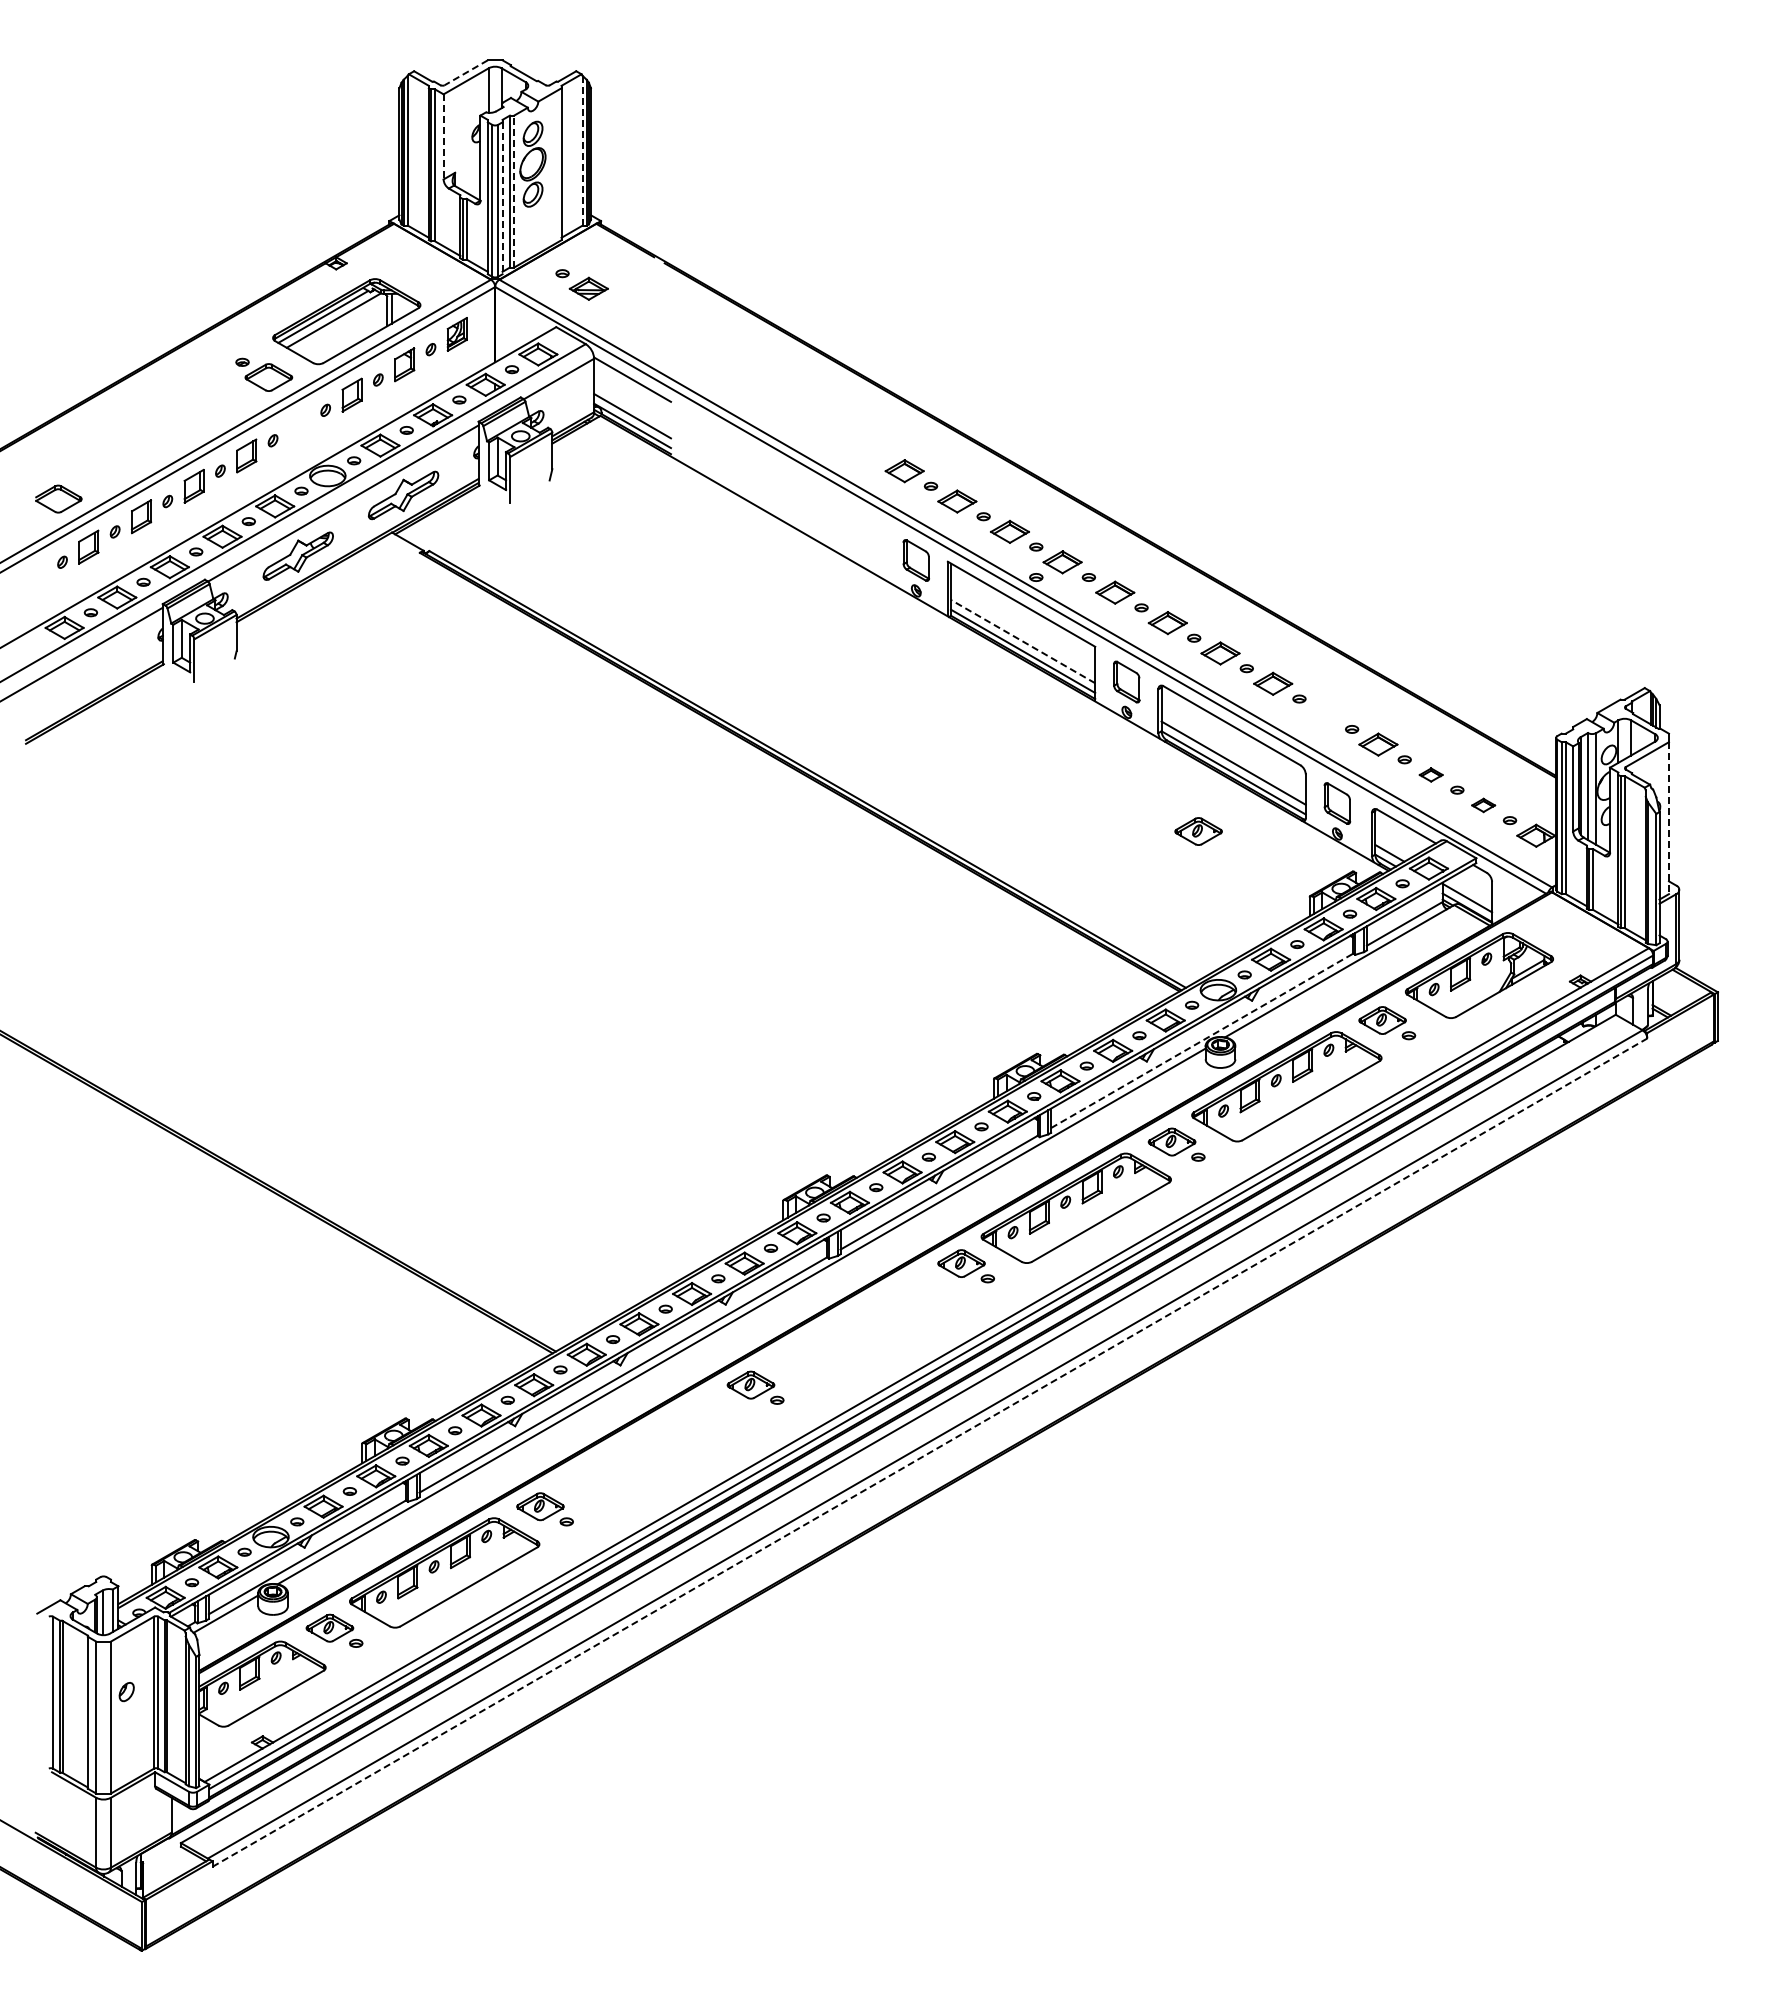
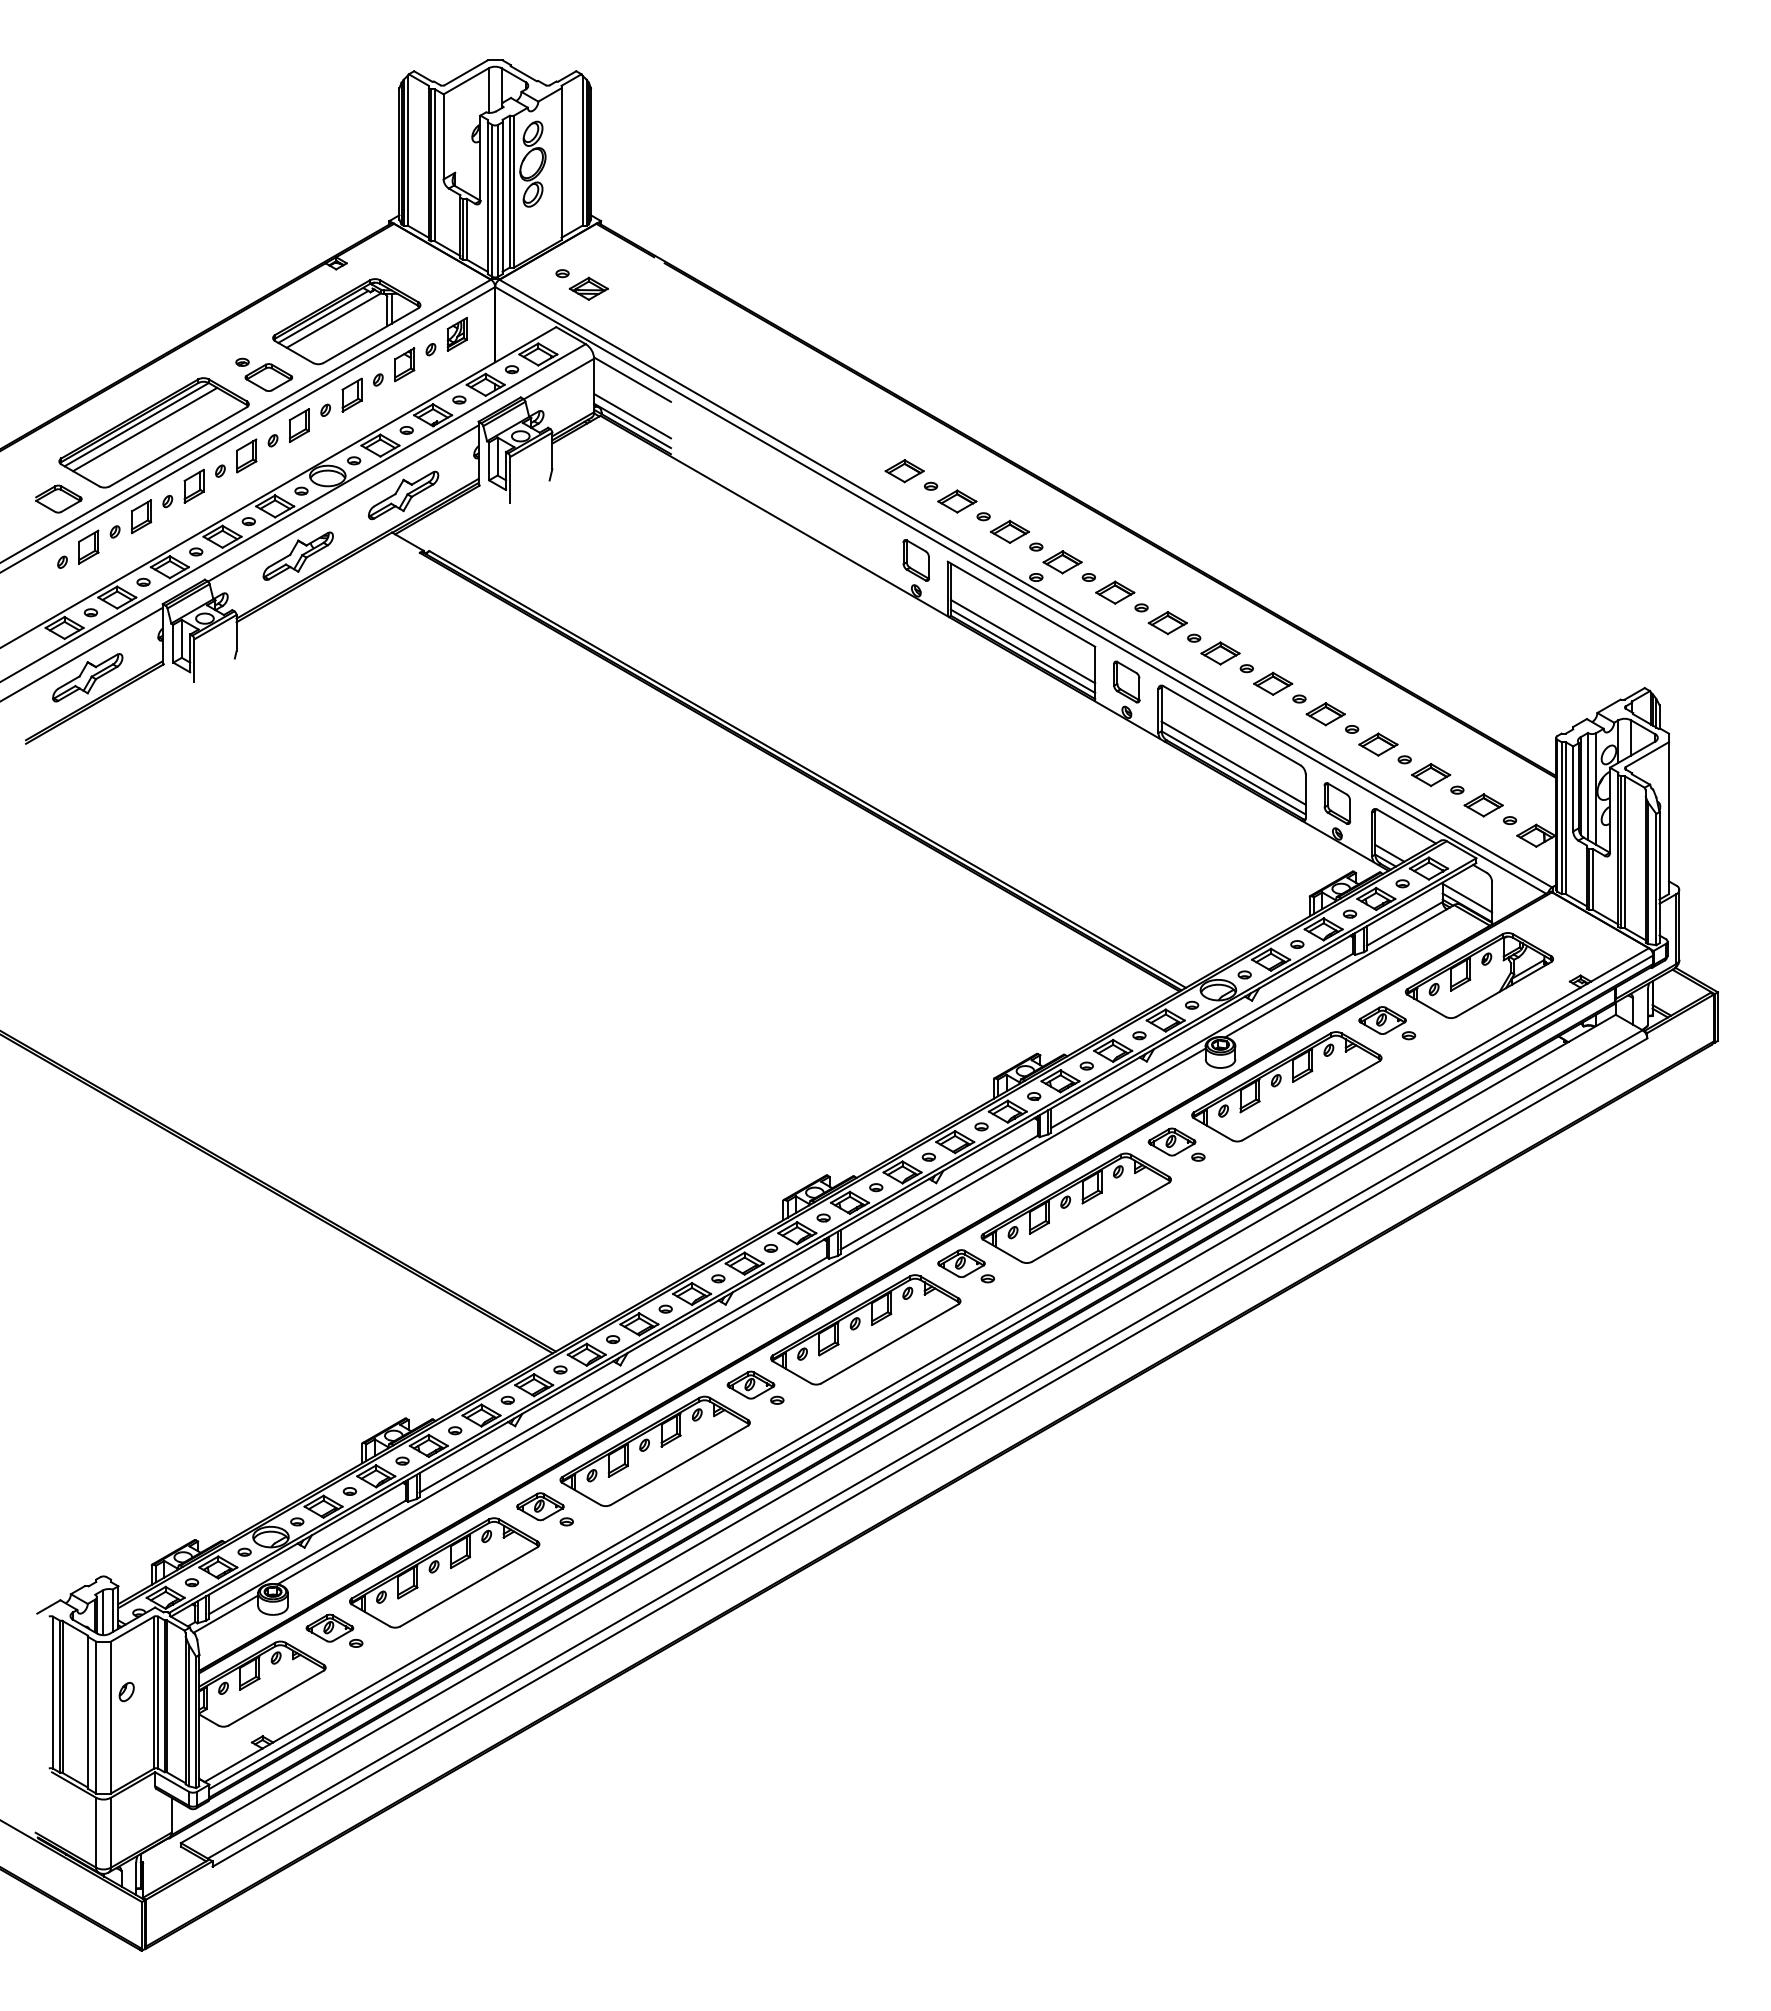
line at (466, 72): dashed -> solid
line at (443, 136): dashed -> solid
line at (582, 150): dashed -> solid
line at (514, 191): dashed -> solid
line at (502, 198): dashed -> solid
part at (298, 425): none -> present
part at (153, 432): none -> present
line at (1022, 641): dashed -> solid
part at (87, 677): none -> present
part at (1325, 714): none -> present
part at (1430, 774) size: 26x16 px -> 41x24 px
part at (1483, 805) size: 26x17 px -> 41x25 px
line at (1668, 818): dashed -> solid
part at (1198, 831): present -> none
line at (1202, 1040): dashed -> solid
part at (865, 1329): none -> present
part at (654, 1450): none -> present
line at (930, 1452): dashed -> solid
